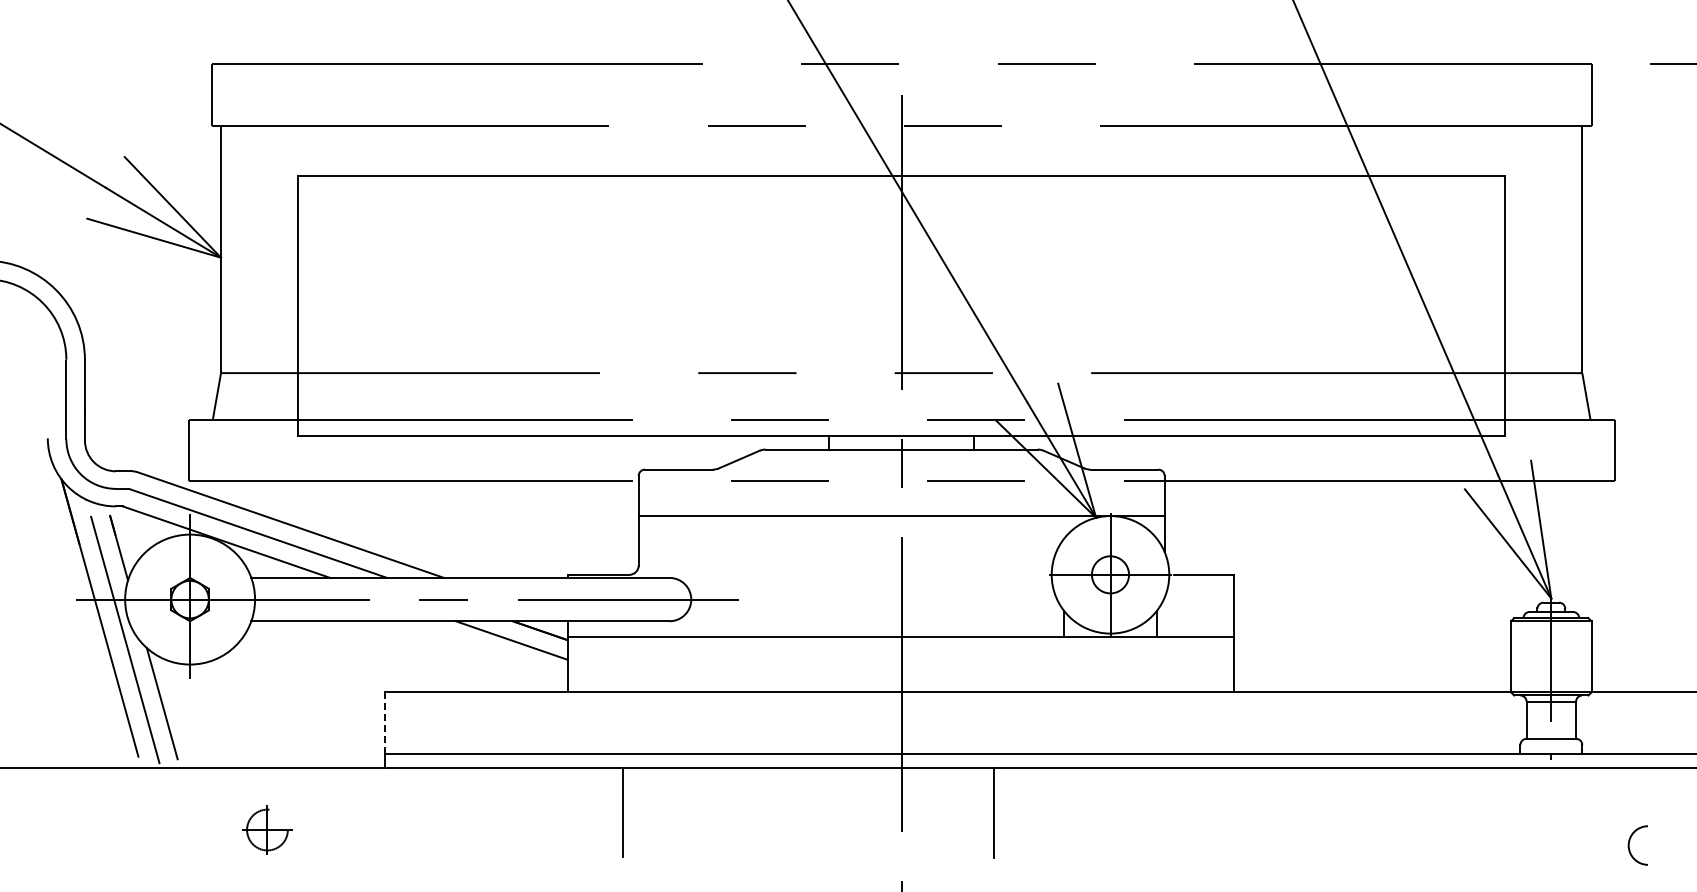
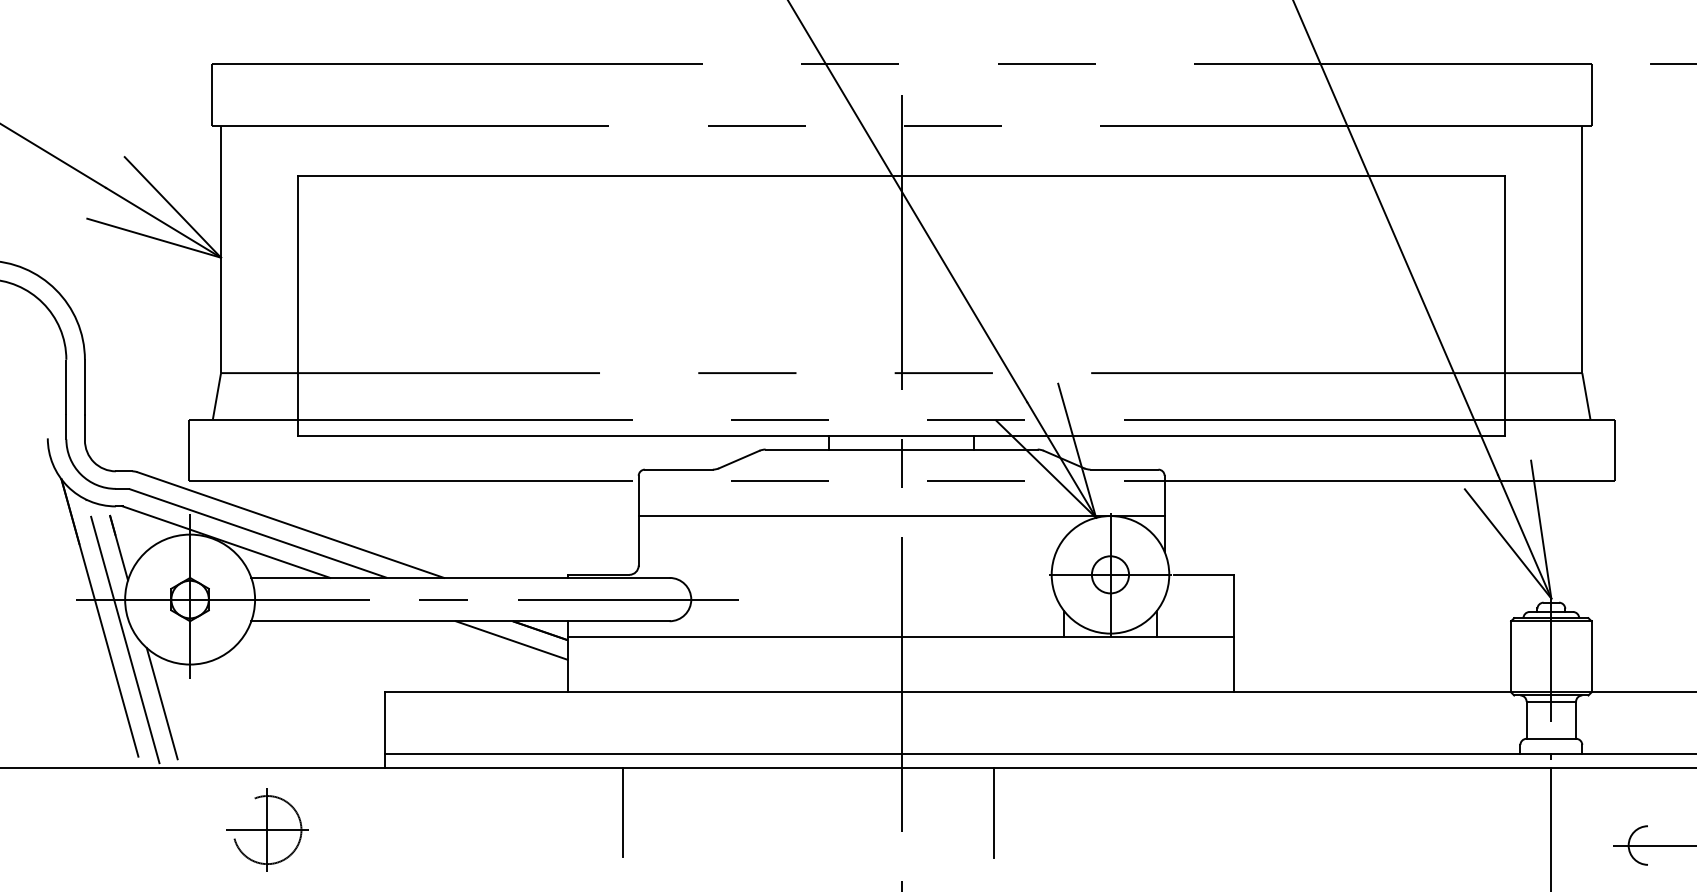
line at (385, 723): dashed -> solid
line at (1551, 828): none -> present
part at (267, 829) size: 51x50 px -> 83x84 px
line at (1653, 845): none -> present
